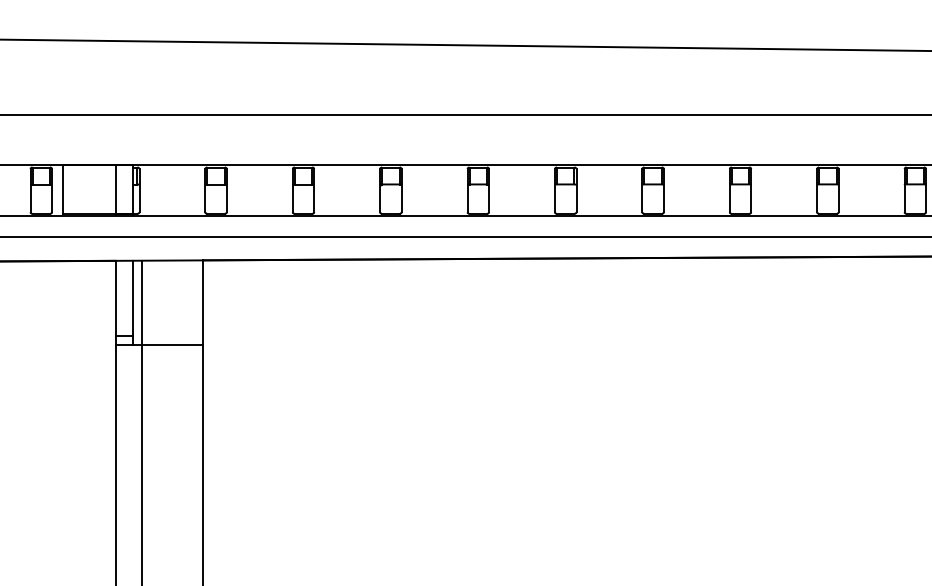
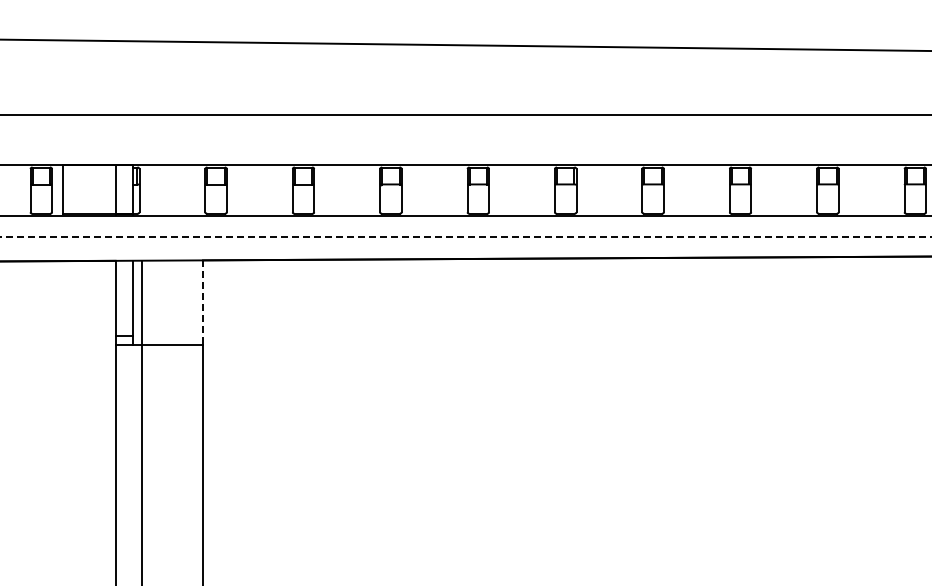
line at (465, 237): solid -> dashed
line at (202, 303): solid -> dashed
